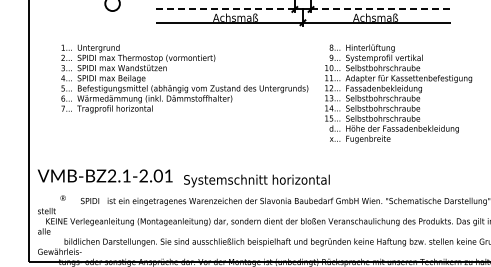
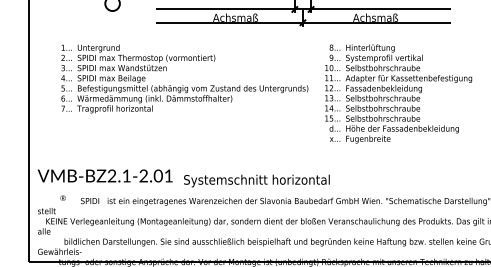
line at (225, 9): dashed -> solid
line at (381, 9): dashed -> solid
